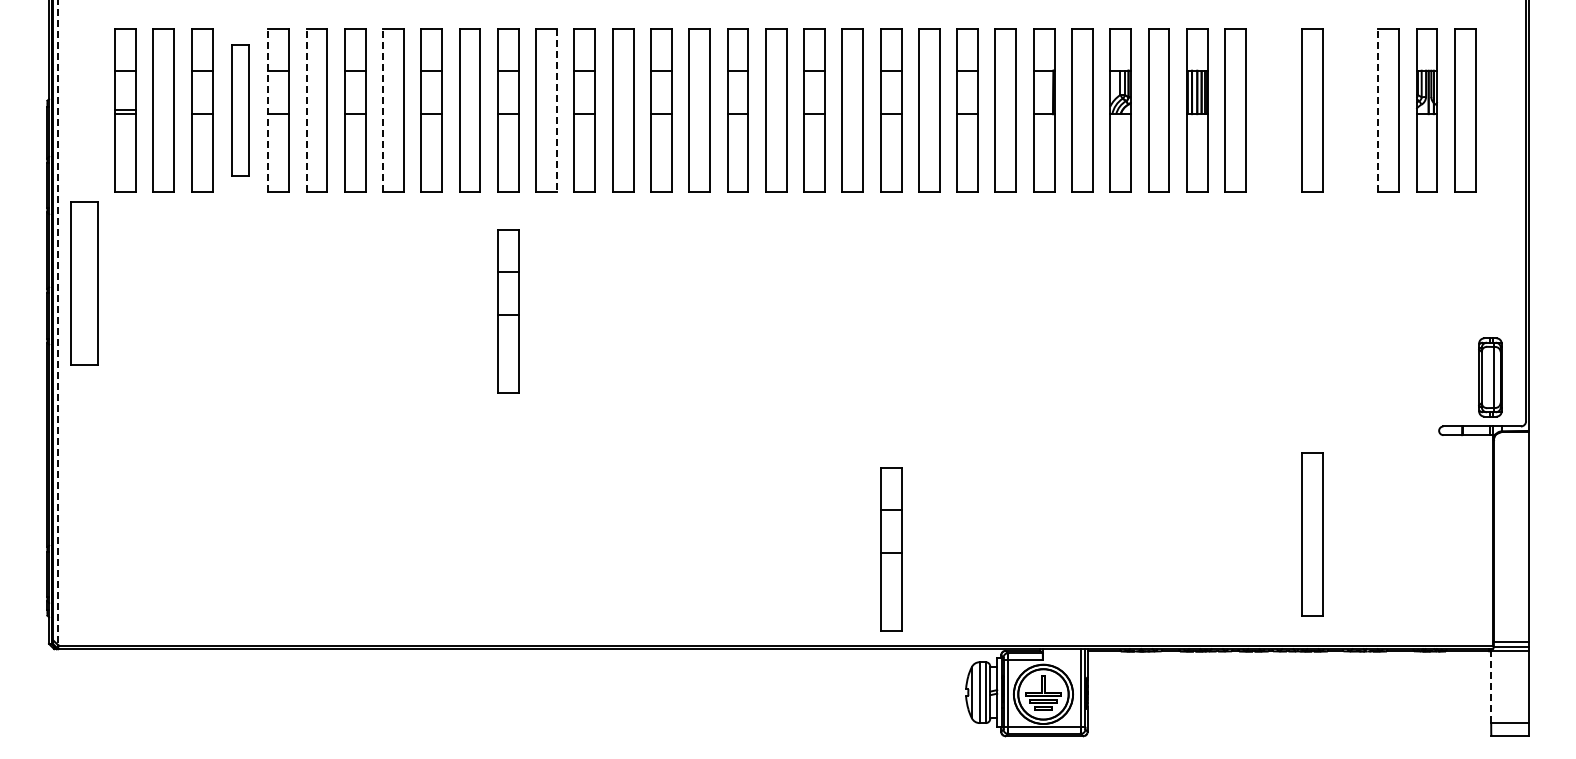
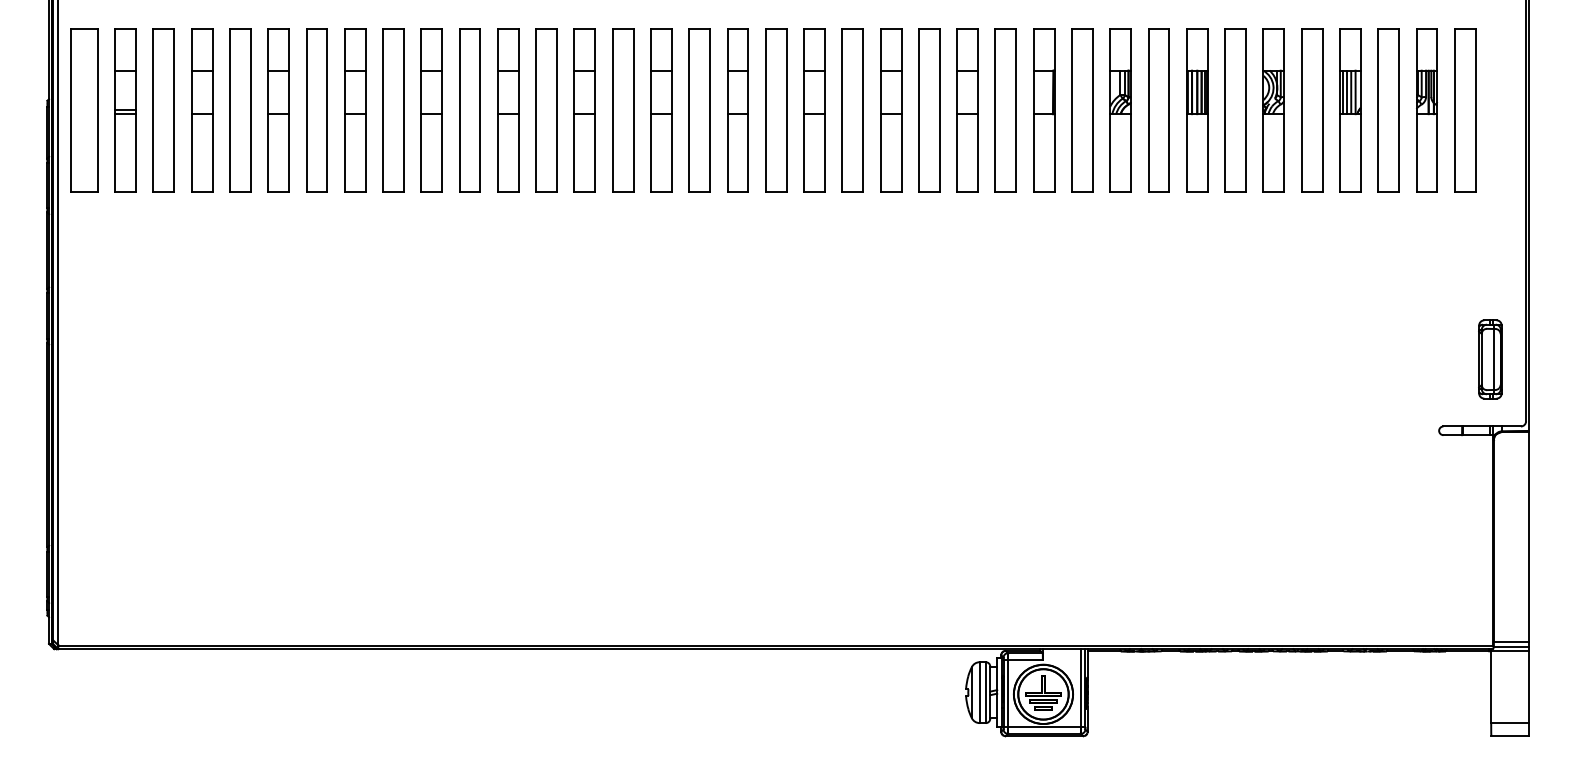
part at (240, 110) size: 19x133 px -> 23x165 px
line at (268, 110): dashed -> solid
line at (306, 110): dashed -> solid
line at (383, 110): dashed -> solid
line at (557, 110): dashed -> solid
part at (1273, 110): none -> present
part at (1350, 110): none -> present
line at (1378, 110): dashed -> solid
part at (84, 283) position: (84, 283) -> (84, 110)
part at (508, 311): present -> none
line at (58, 323): dashed -> solid
part at (1490, 377) position: (1490, 377) -> (1490, 359)
part at (1312, 534): present -> none
part at (891, 549): present -> none
line at (1491, 687): dashed -> solid
